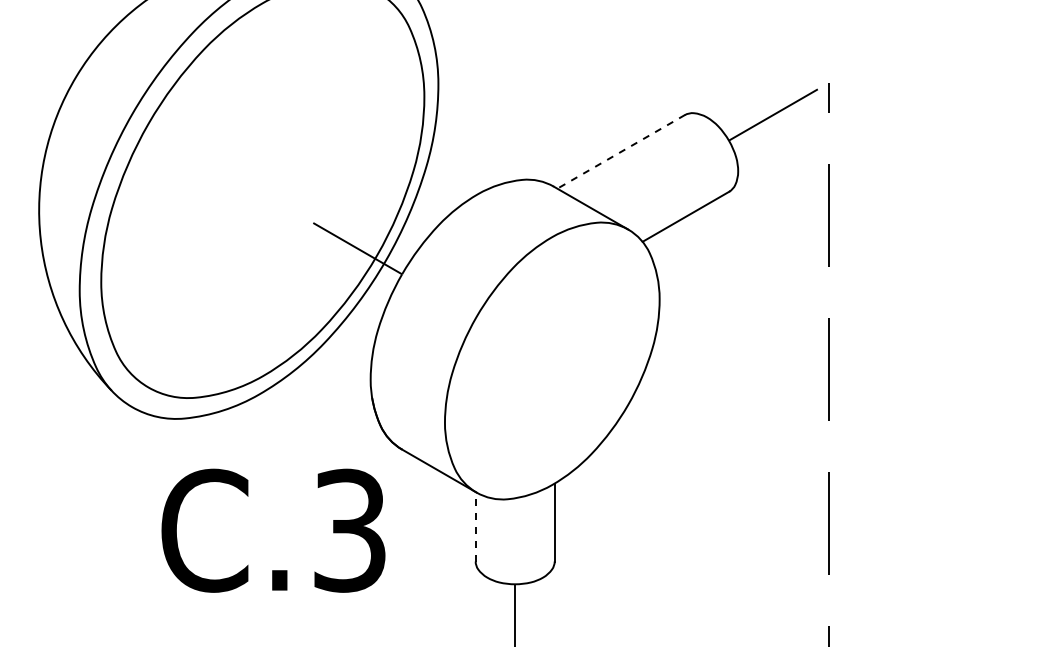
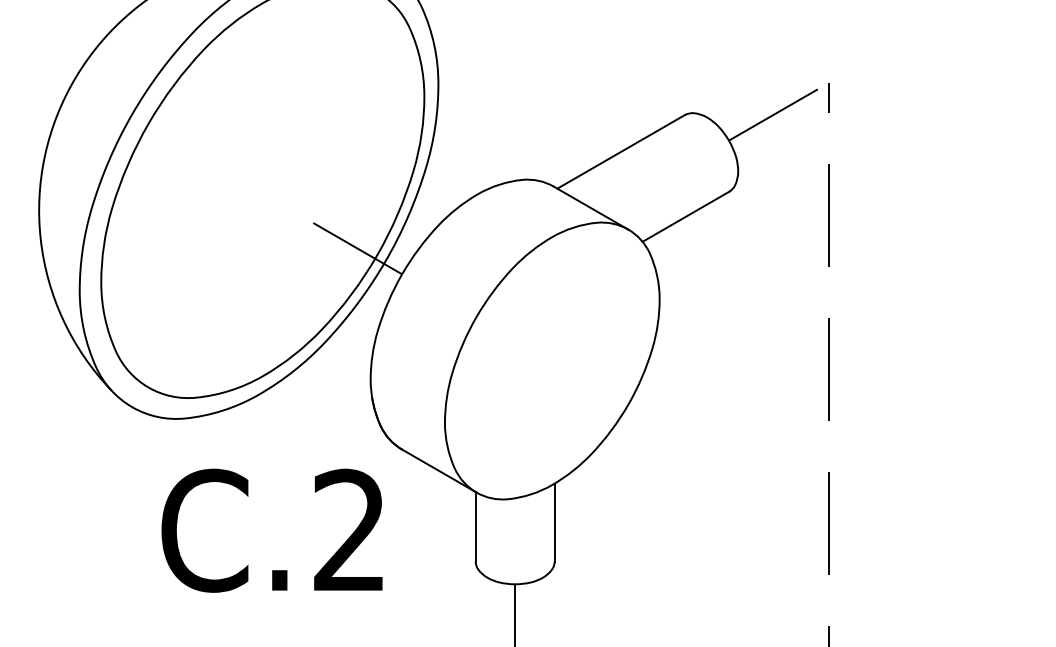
line at (621, 151): dashed -> solid
line at (475, 526): dashed -> solid
text at (349, 530): C.3 -> C.2
